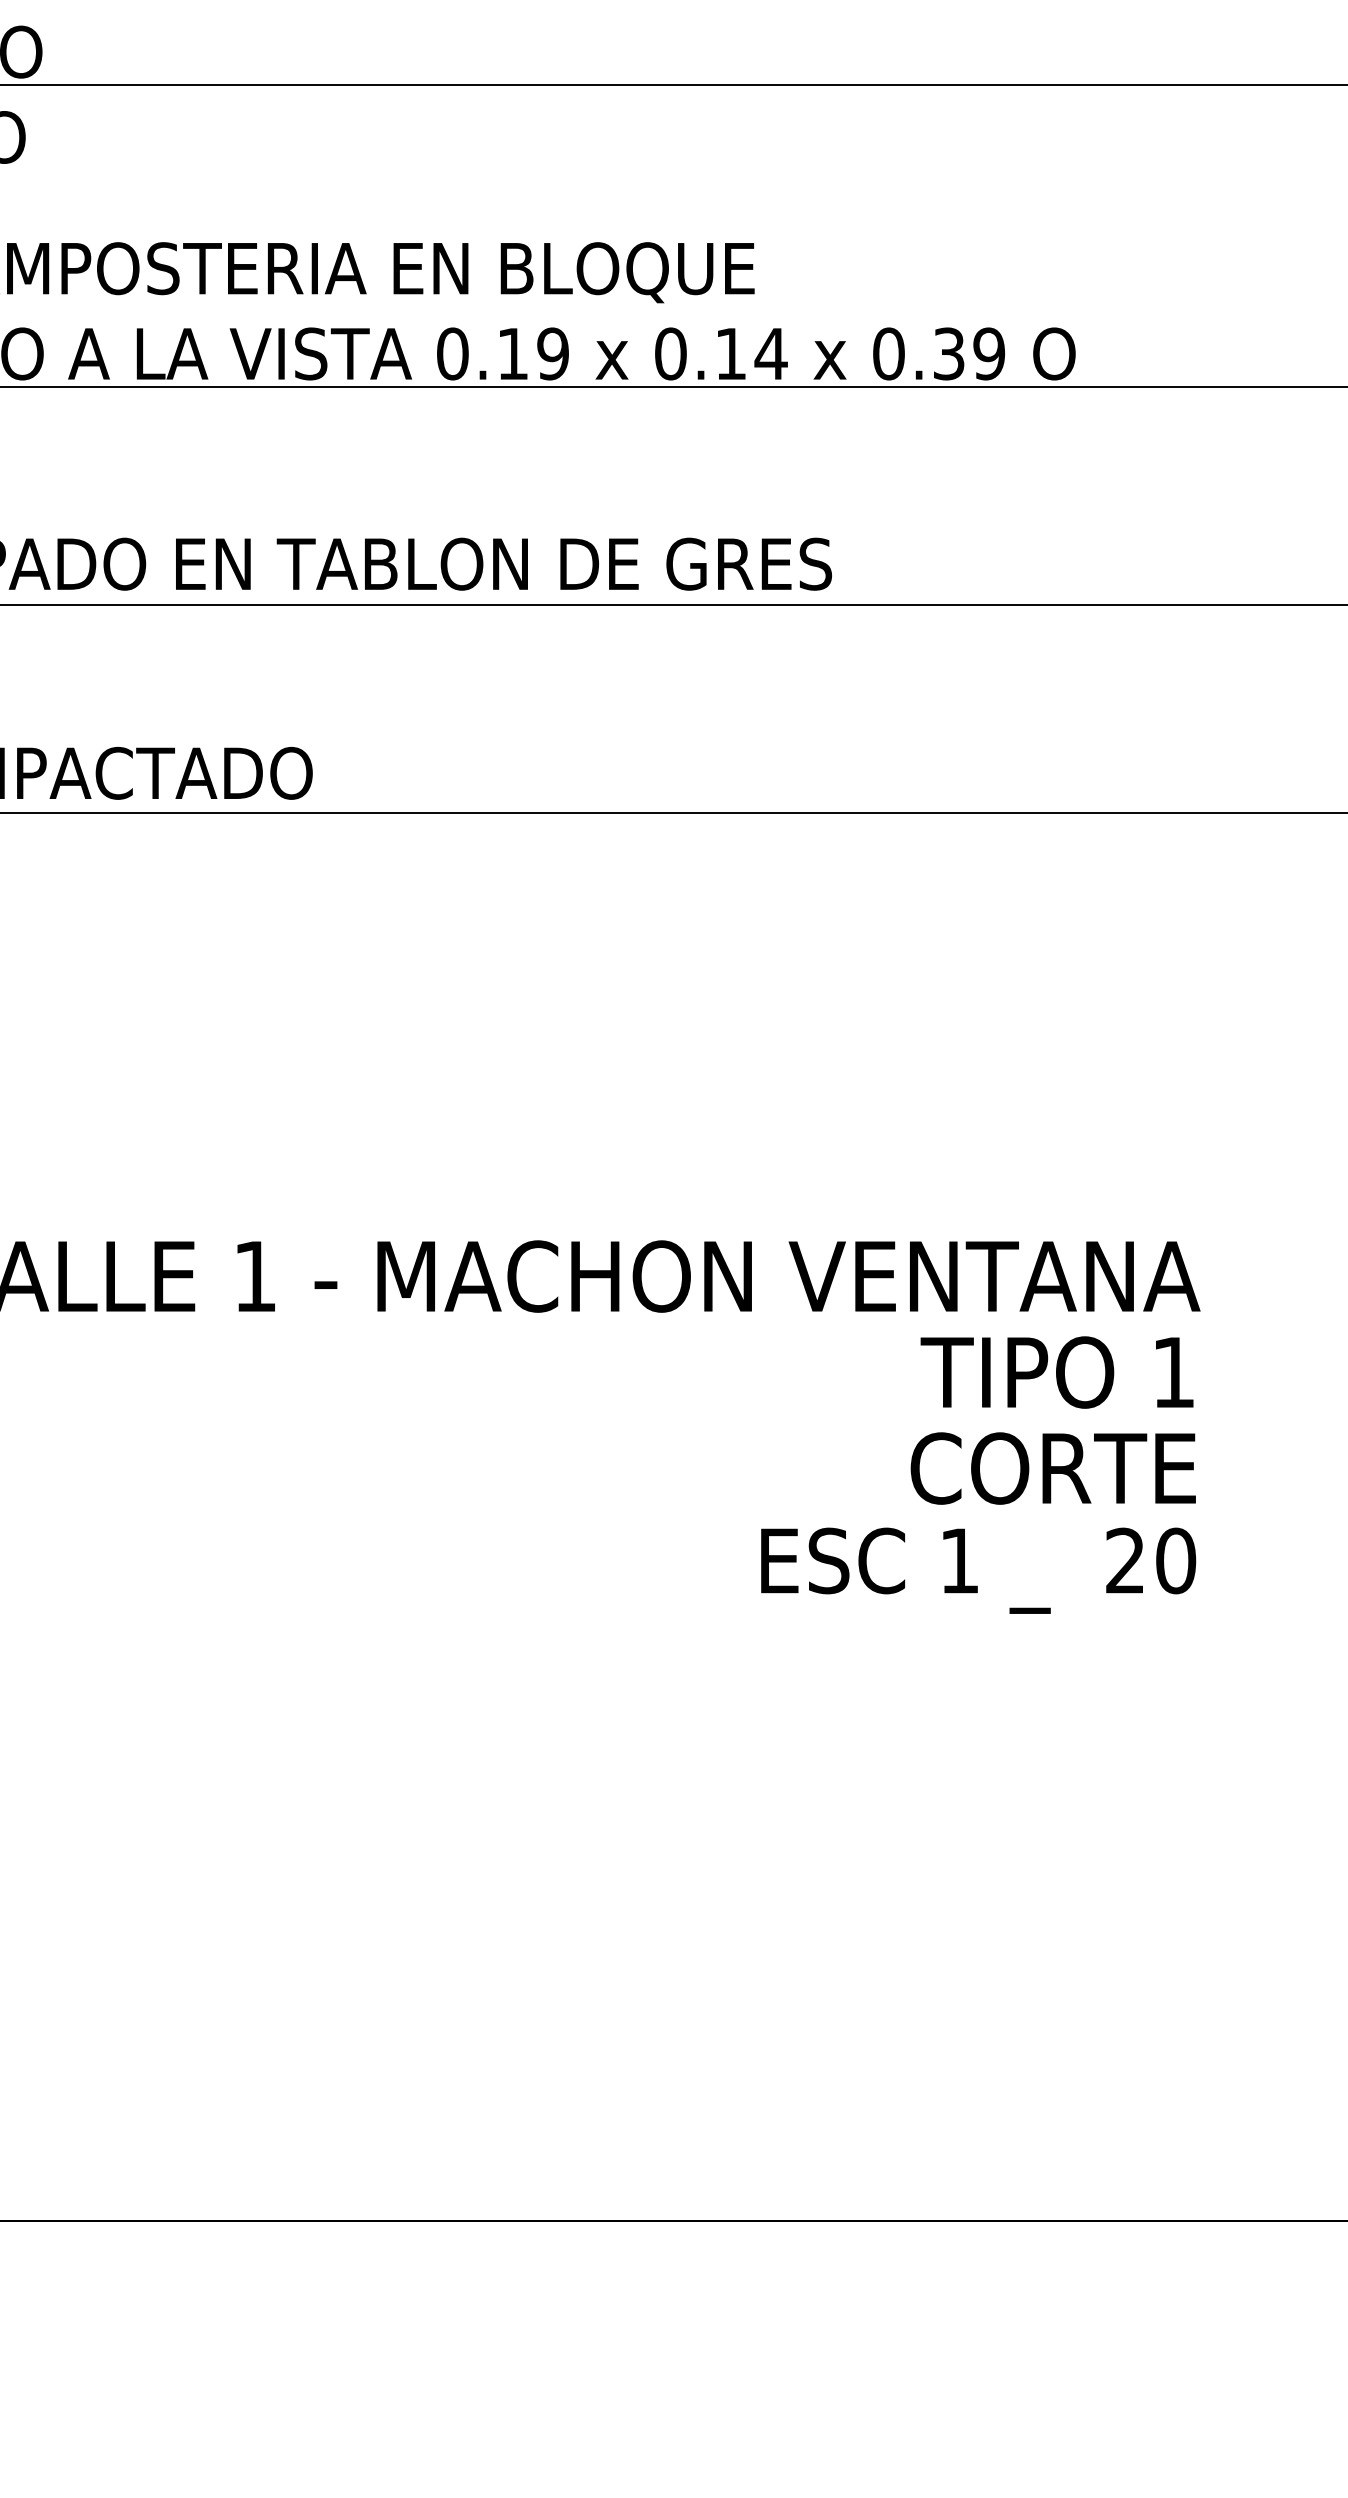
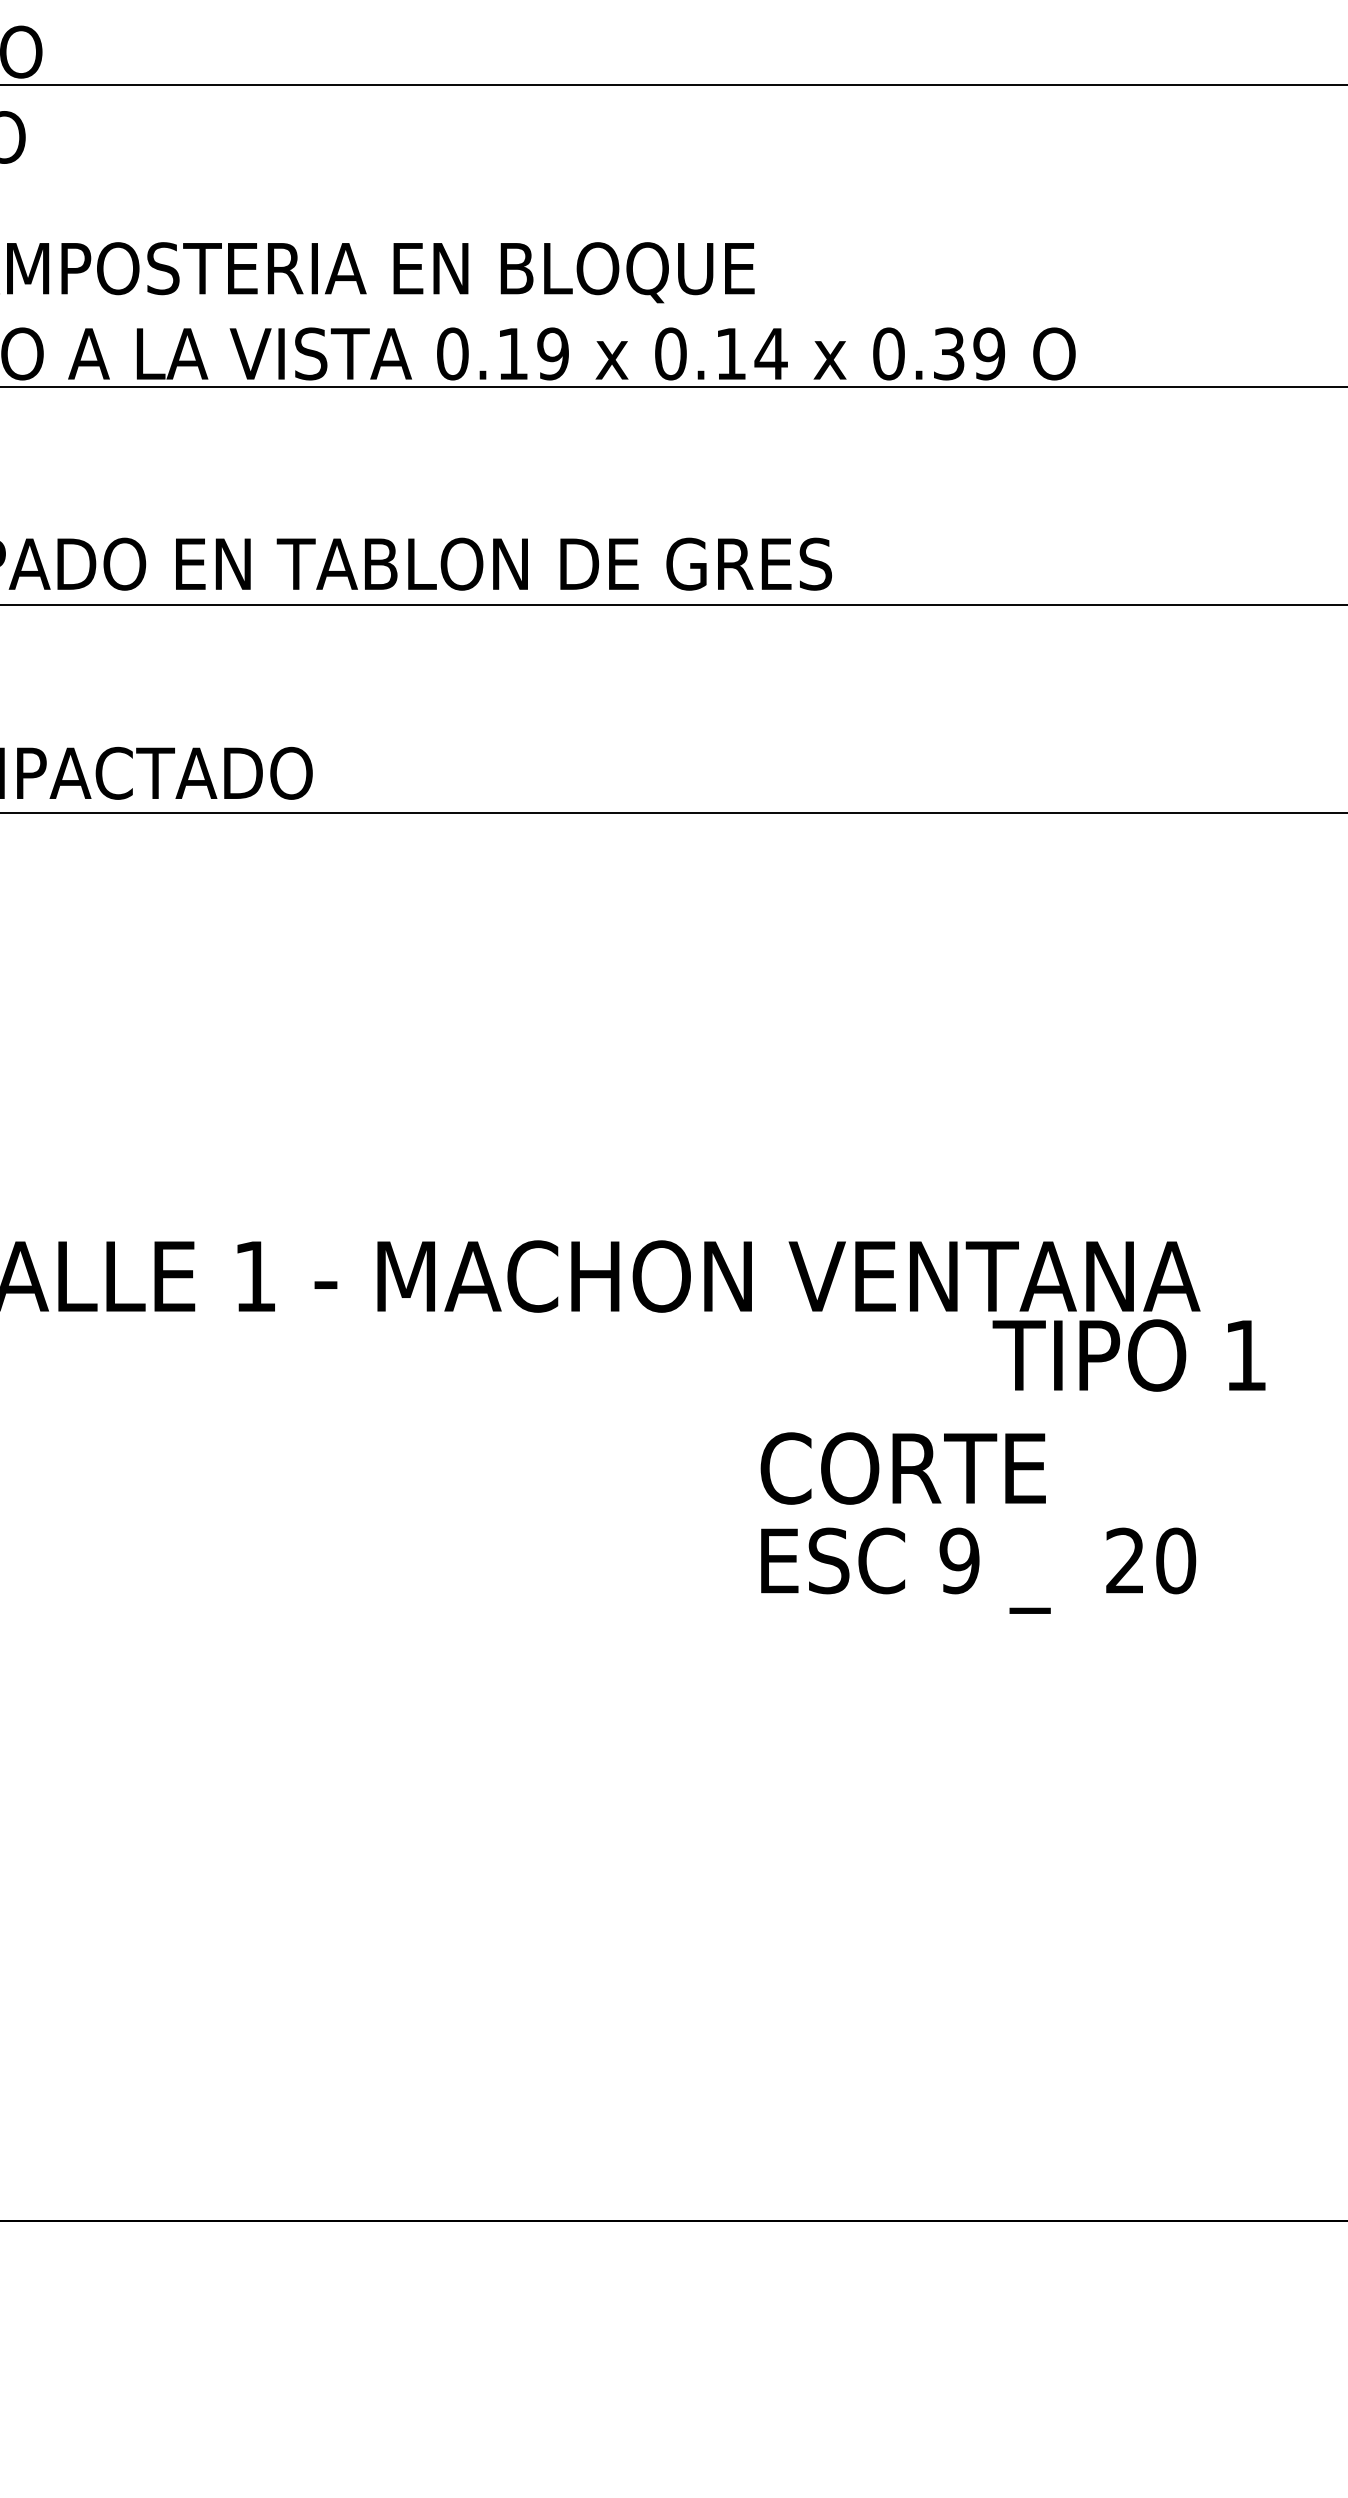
text at (1056, 1372) position: (1056, 1372) -> (1128, 1355)
text at (1052, 1468) position: (1052, 1468) -> (902, 1468)
text at (959, 1560): 1 -> 9
